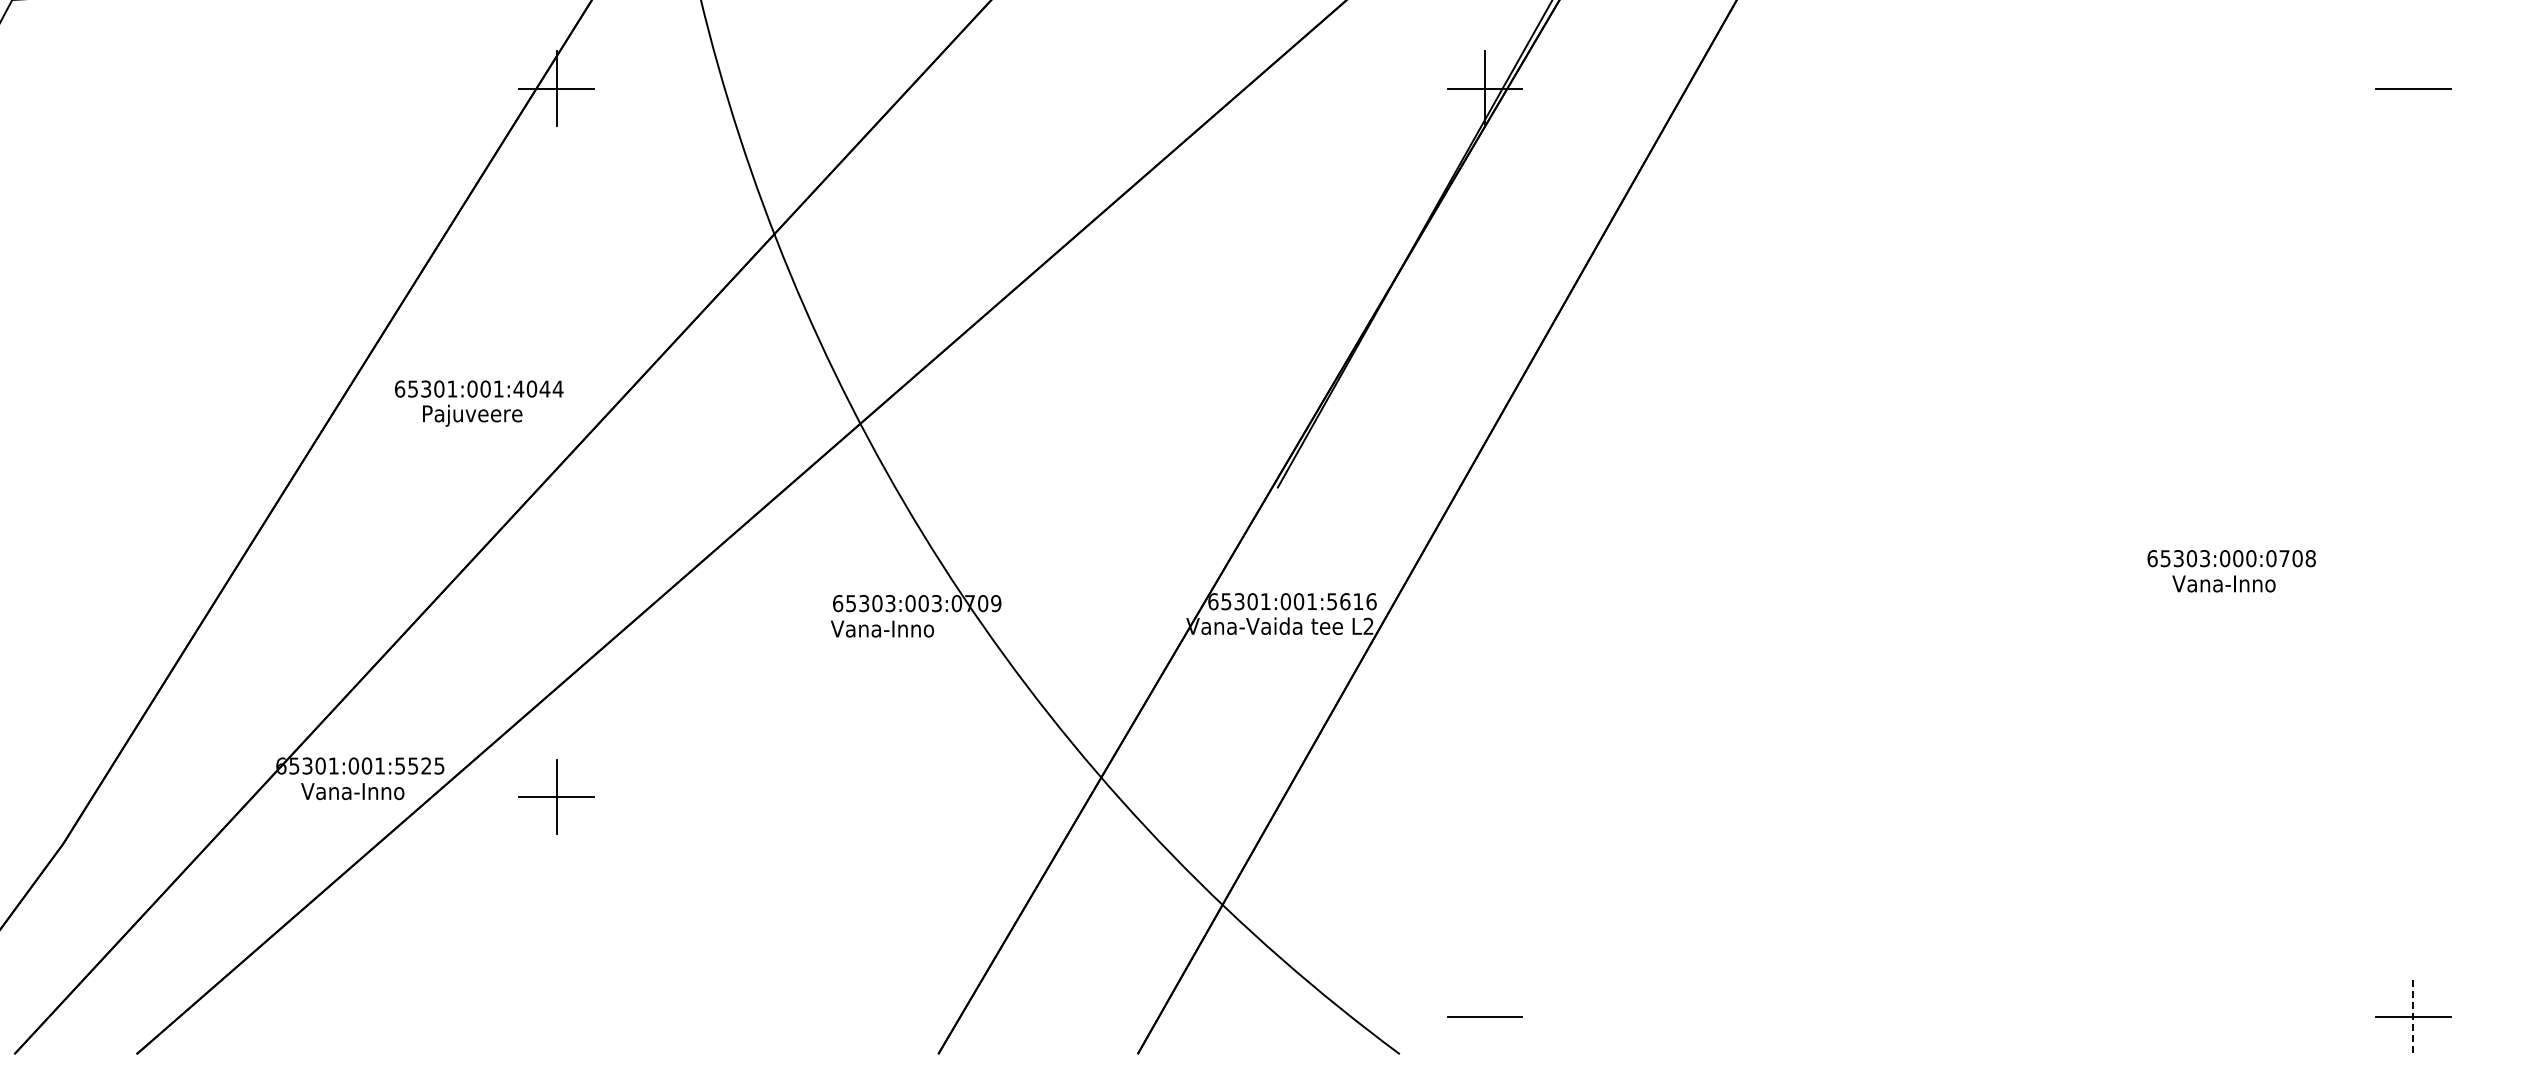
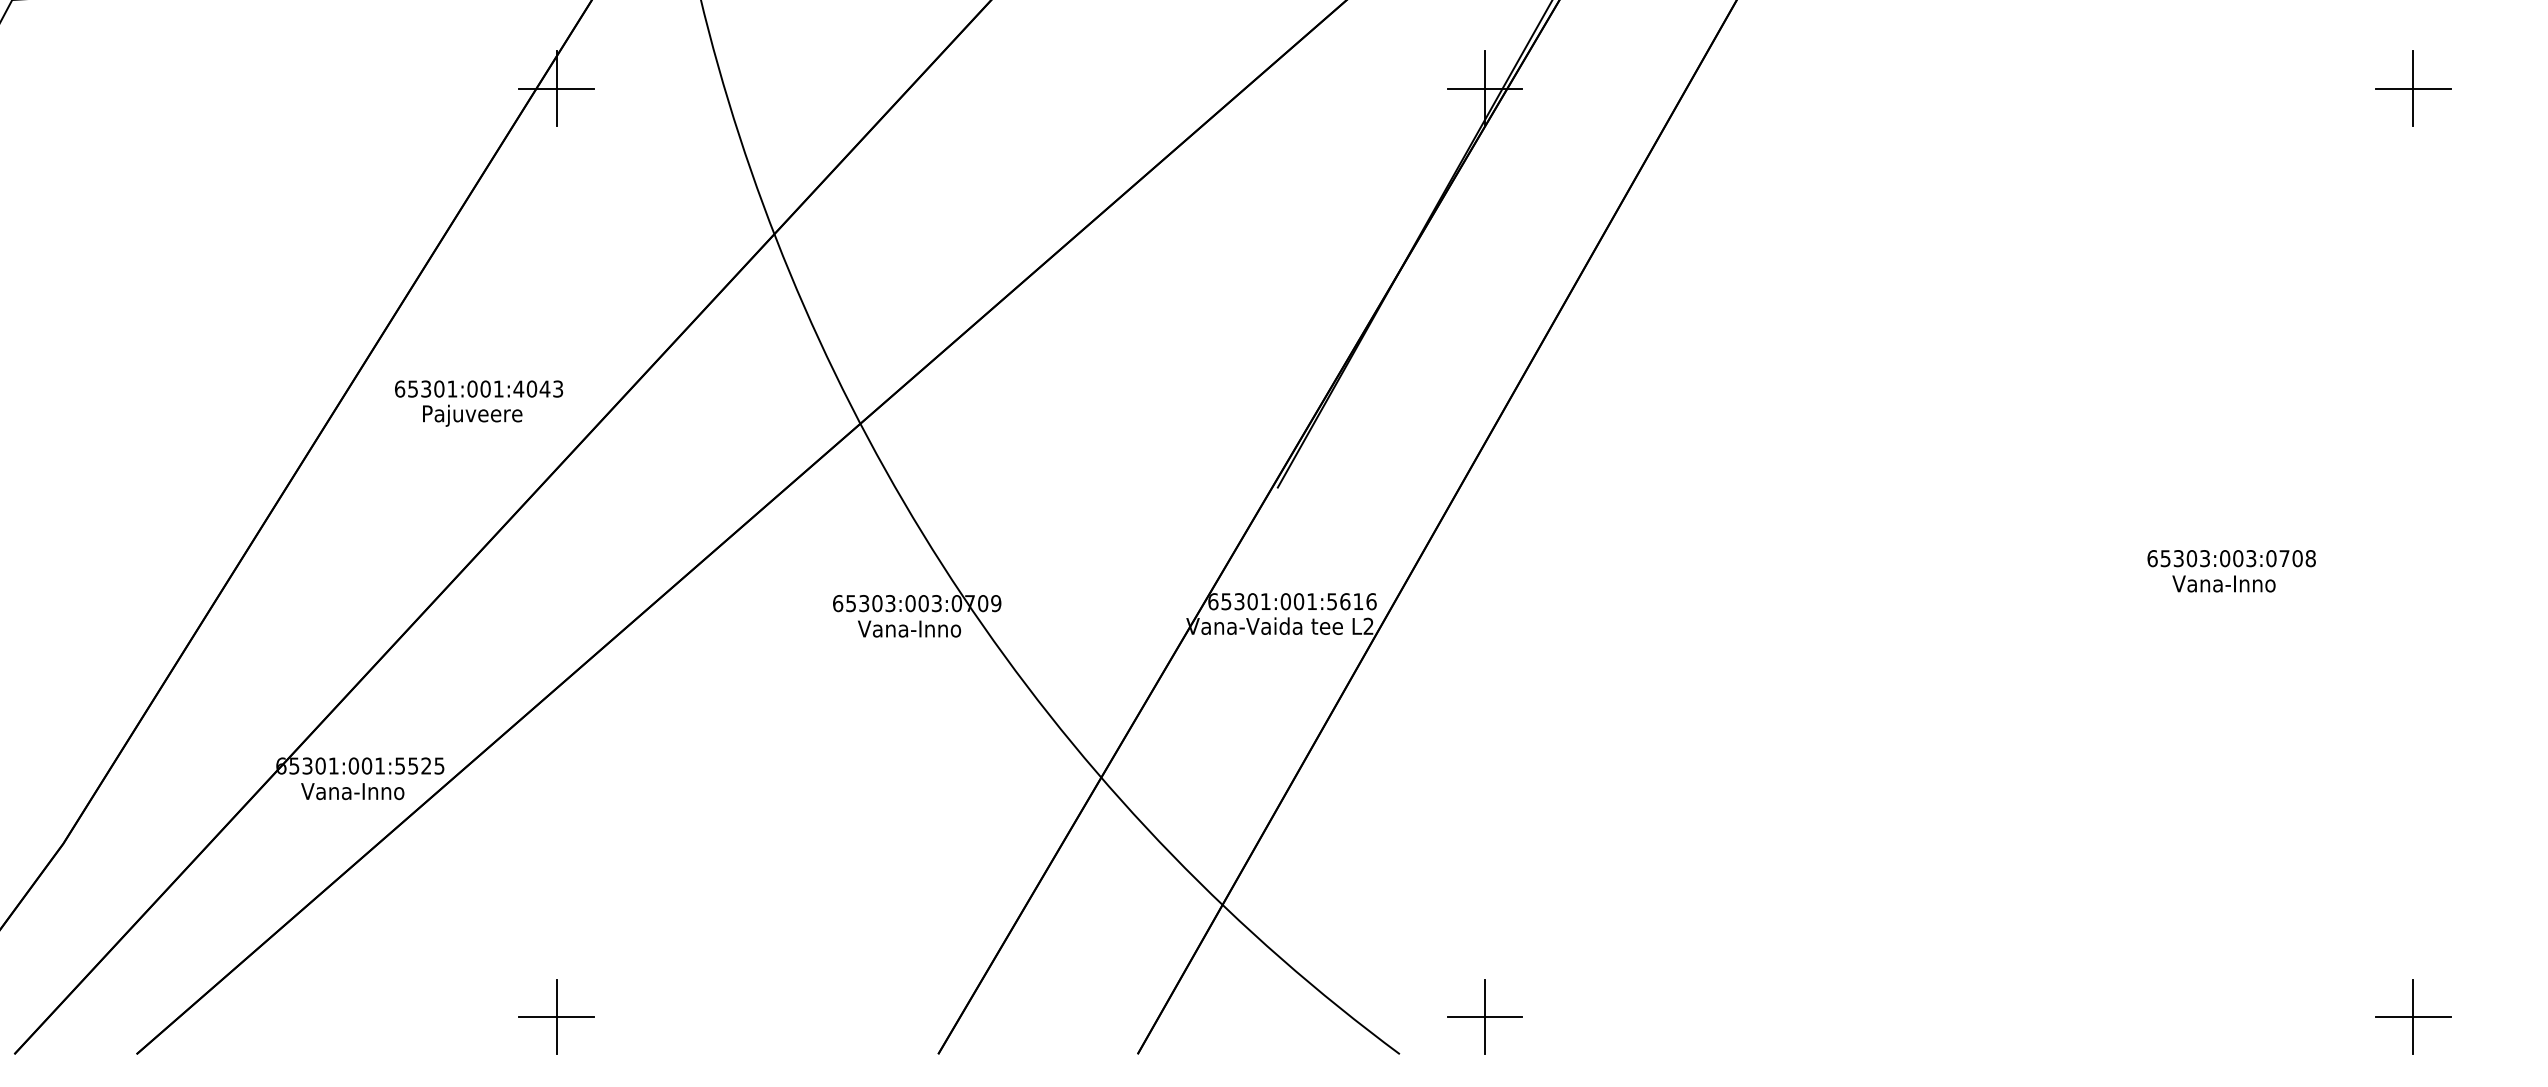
line at (2413, 88): none -> present
text at (557, 388): 65301:001:4044 -> 65301:001:4043
text at (2251, 558): 65303:000:0708 -> 65303:003:0708
text at (882, 628) position: (882, 628) -> (909, 628)
part at (556, 796) position: (556, 796) -> (556, 1016)
line at (1484, 1016): none -> present
line at (2413, 1017): dashed -> solid
